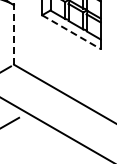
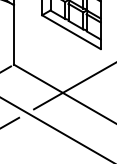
line at (14, 32): dashed -> solid
line at (71, 32): dashed -> solid
line at (73, 86): none -> present
